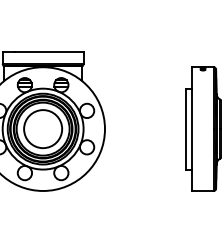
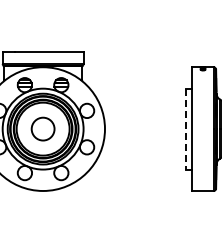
circle at (43, 129) diameter: 38 px -> 23 px
line at (186, 129): solid -> dashed
